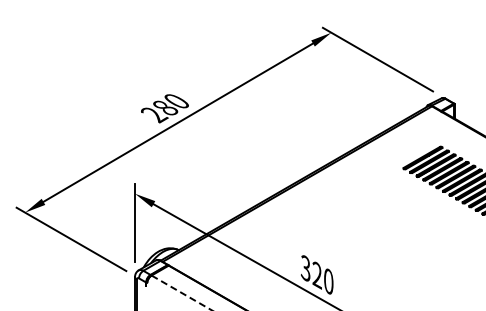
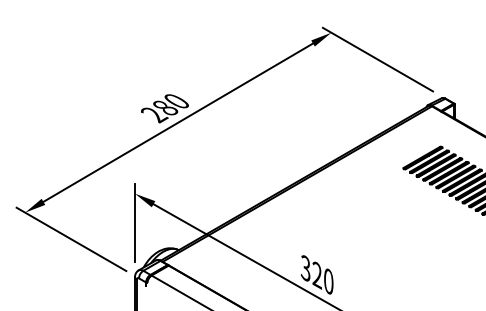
line at (182, 293): dashed -> solid
